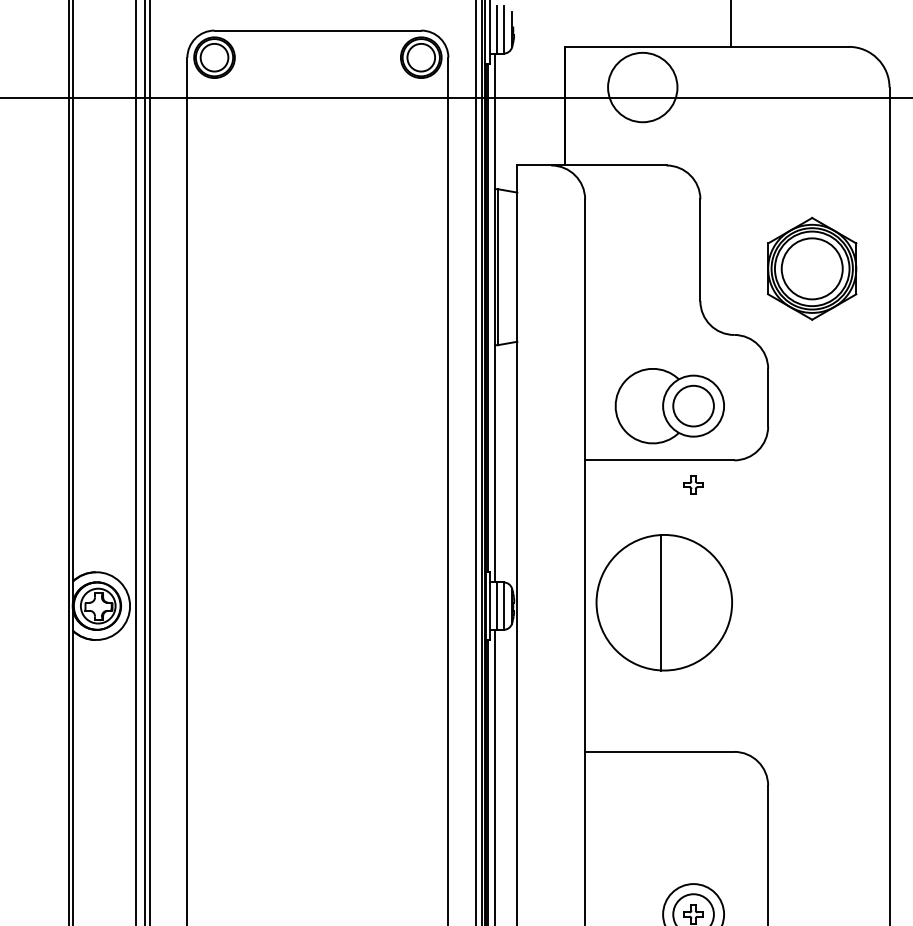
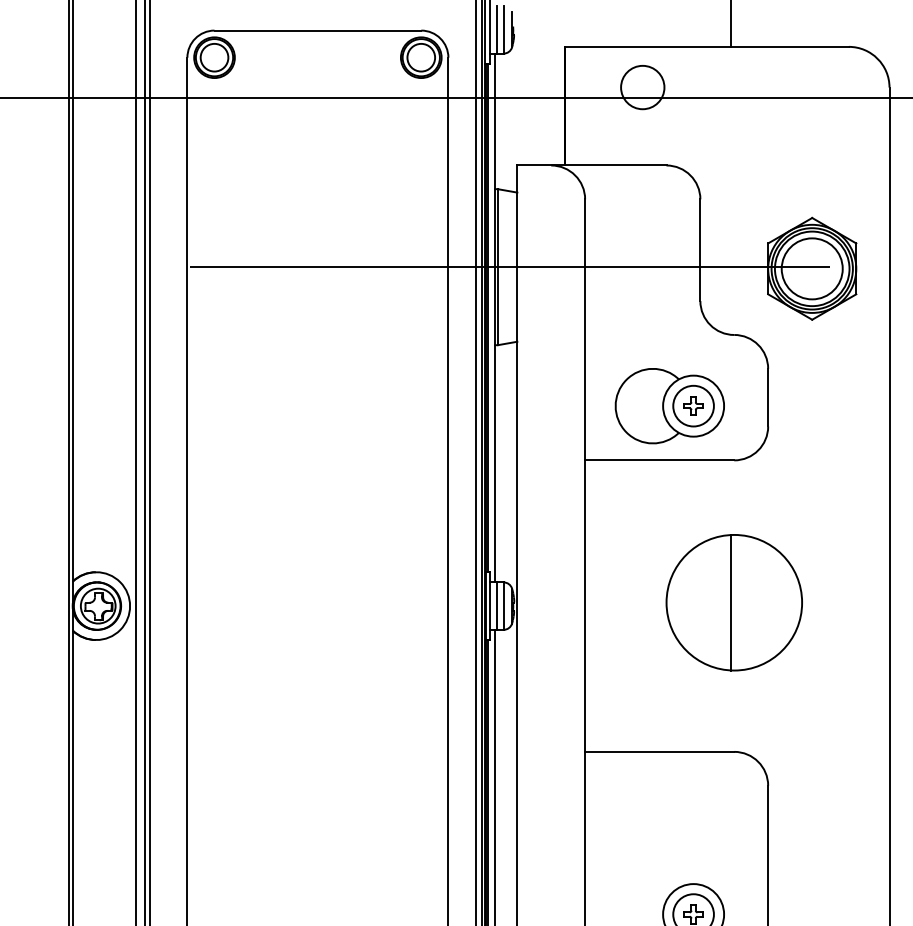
circle at (642, 87) diameter: 69 px -> 43 px
line at (509, 267): none -> present
part at (693, 484) position: (693, 484) -> (693, 405)
part at (663, 602) position: (663, 602) -> (733, 602)
